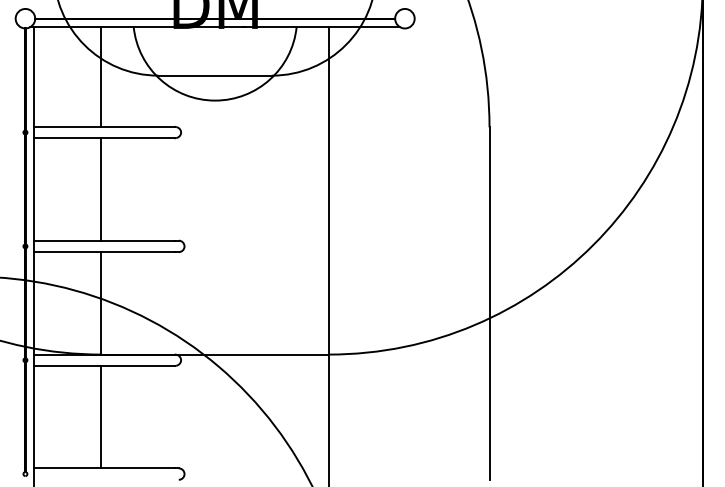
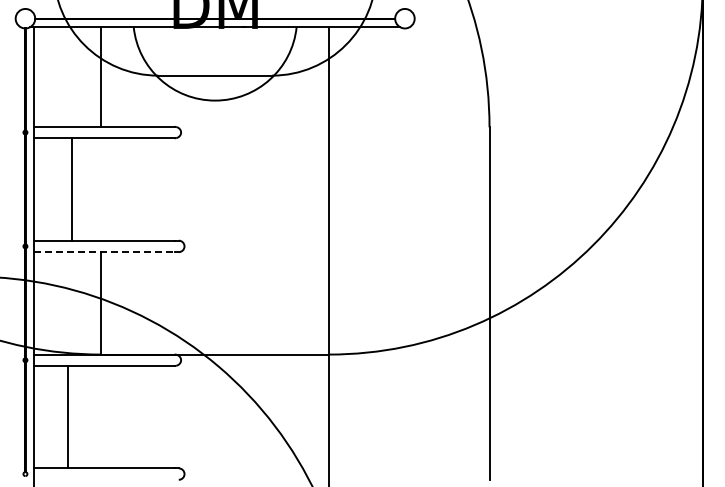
line at (101, 189) position: (101, 189) -> (72, 189)
line at (104, 252): solid -> dashed
line at (101, 416) position: (101, 416) -> (68, 416)
